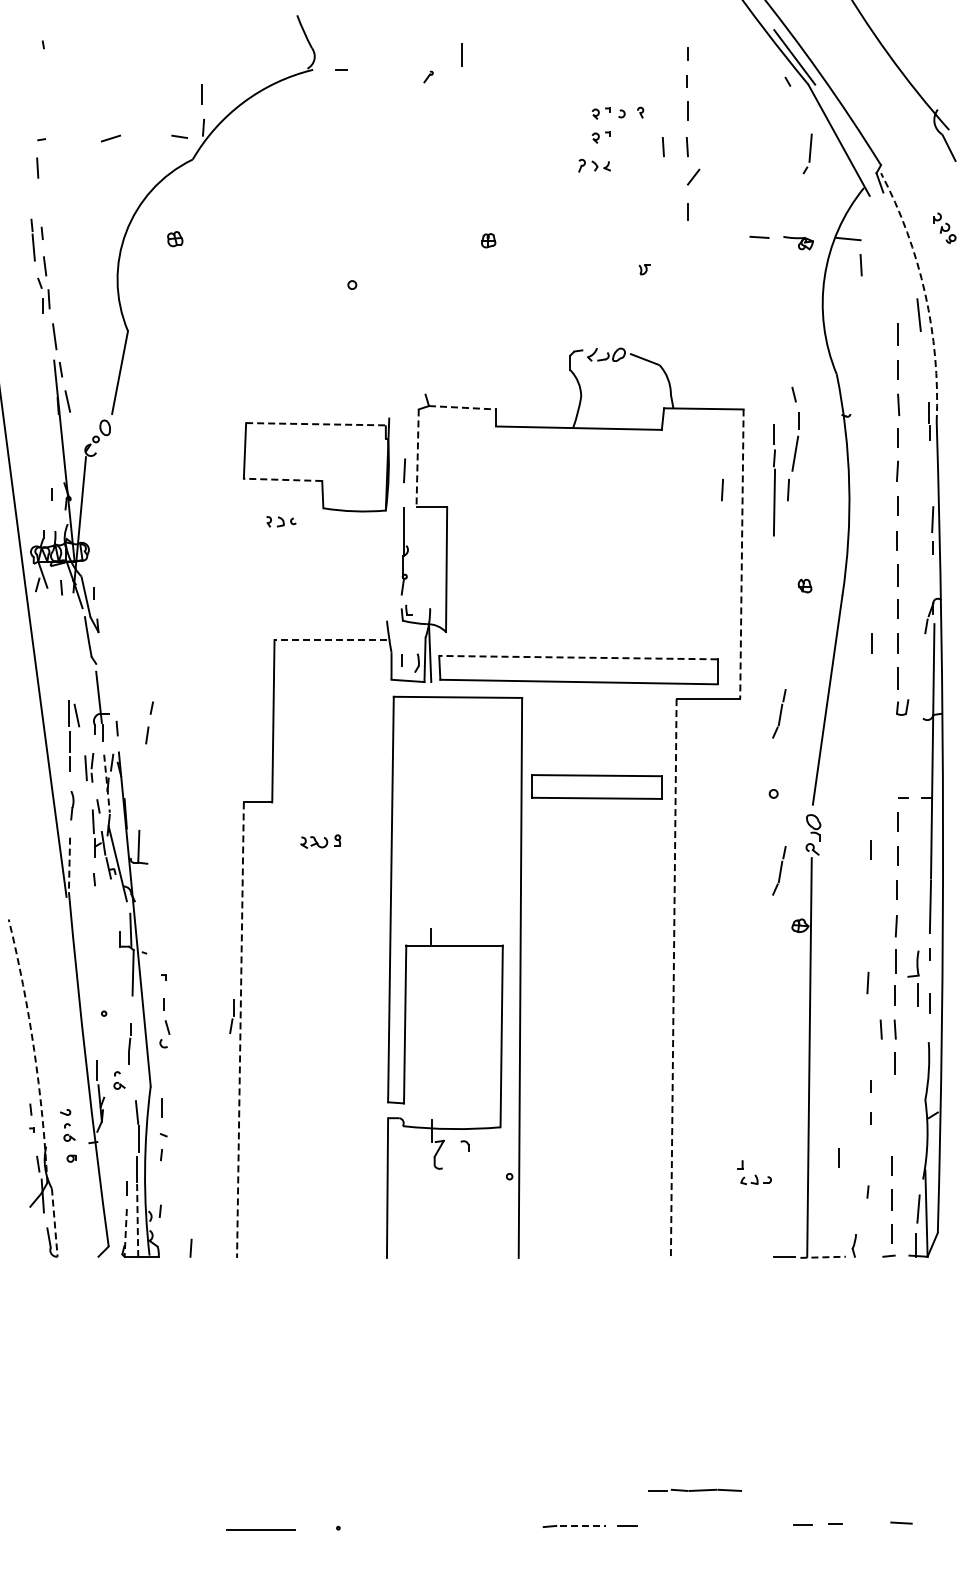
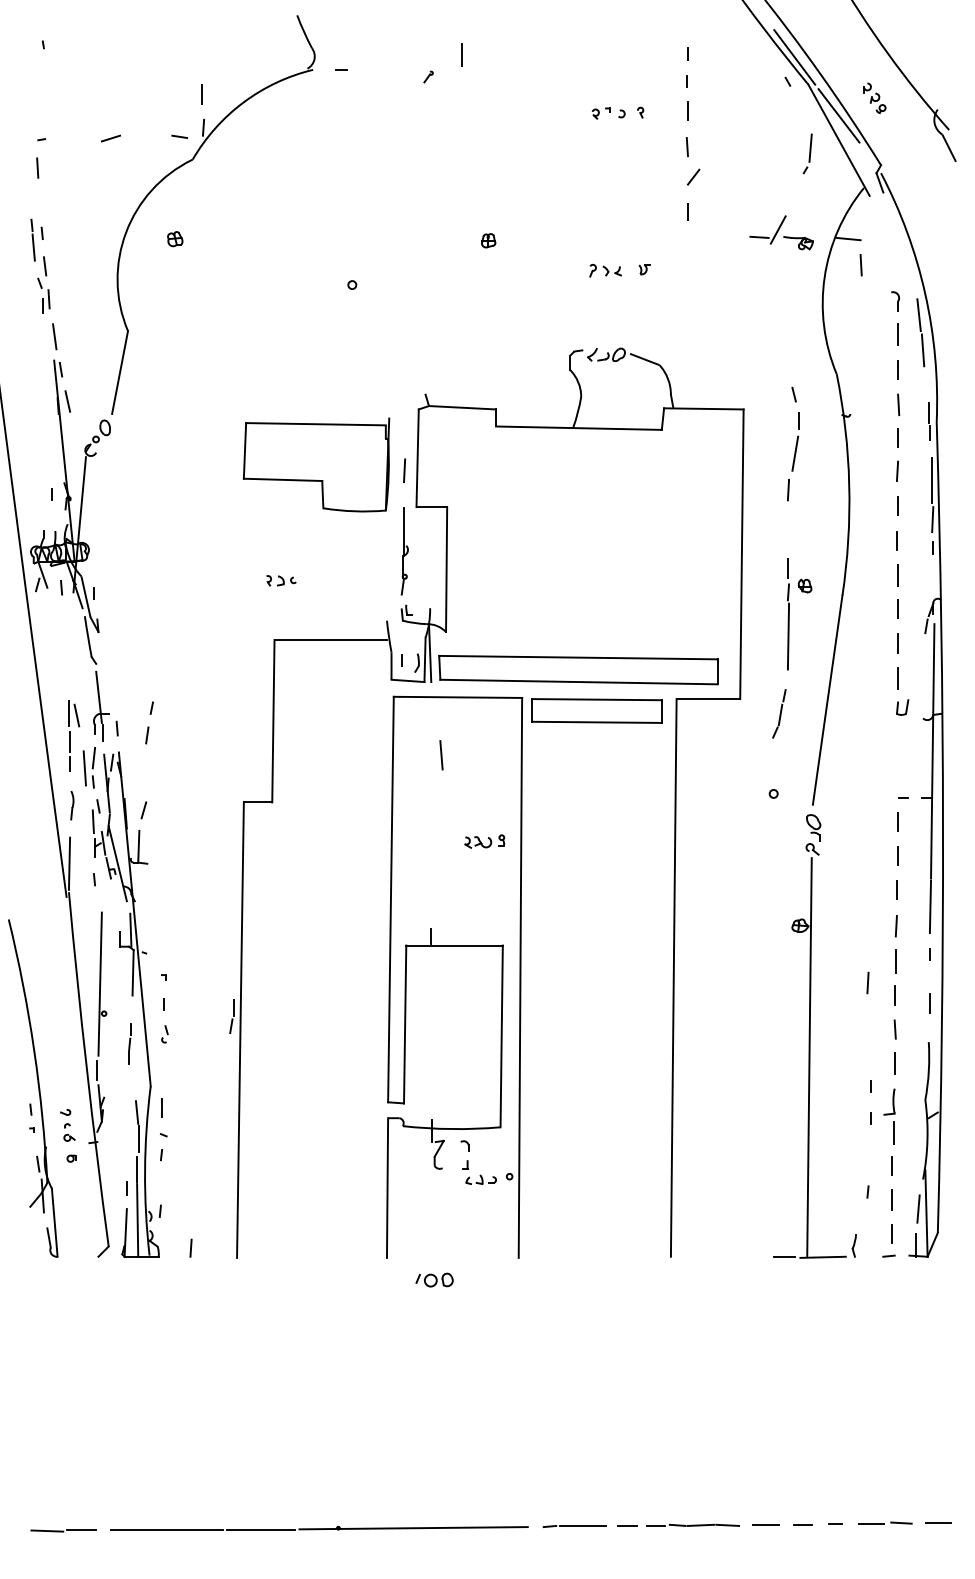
line at (838, 115): none -> present
part at (600, 137): present -> none
line at (662, 147): present -> none
part at (594, 165) position: (594, 165) -> (605, 270)
part at (944, 227) position: (944, 227) -> (874, 97)
line at (777, 229): none -> present
arc at (925, 293): dashed -> solid
part at (895, 301): none -> present
line at (922, 350): none -> present
line at (462, 407): dashed -> solid
line at (315, 424): dashed -> solid
line at (417, 458): dashed -> solid
line at (282, 479): dashed -> solid
line at (774, 480) position: (774, 480) -> (788, 614)
line at (932, 480): none -> present
line at (722, 490): present -> none
part at (281, 521) position: (281, 521) -> (281, 580)
line at (741, 554): dashed -> solid
line at (330, 640): dashed -> solid
line at (871, 643): present -> none
line at (577, 657): dashed -> solid
line at (441, 755): none -> present
part at (89, 767) size: 11x30 px -> 14x42 px
line at (107, 784): dashed -> solid
part at (596, 786) position: (596, 786) -> (596, 710)
line at (143, 810): none -> present
part at (320, 841) position: (320, 841) -> (484, 841)
line at (870, 849): present -> none
line at (69, 864): dashed -> solid
part at (779, 870): present -> none
line at (673, 977): dashed -> solid
part at (913, 978) position: (913, 978) -> (889, 1116)
line at (99, 983): none -> present
line at (880, 1029): present -> none
line at (240, 1030): dashed -> solid
part at (164, 1034) size: 12x29 px -> 8x19 px
arc at (34, 1050): dashed -> solid
part at (119, 1080): present -> none
line at (838, 1157): present -> none
part at (754, 1172) position: (754, 1172) -> (479, 1172)
line at (137, 1220): dashed -> solid
line at (54, 1223): dashed -> solid
line at (125, 1232): dashed -> solid
line at (823, 1257): dashed -> solid
part at (434, 1279): none -> present
part at (694, 1489) position: (694, 1489) -> (692, 1524)
line at (938, 1522): none -> present
line at (871, 1523): none -> present
line at (765, 1524): none -> present
line at (583, 1525): dashed -> solid
line at (413, 1528): none -> present
part at (63, 1530): none -> present
line at (166, 1530): none -> present
